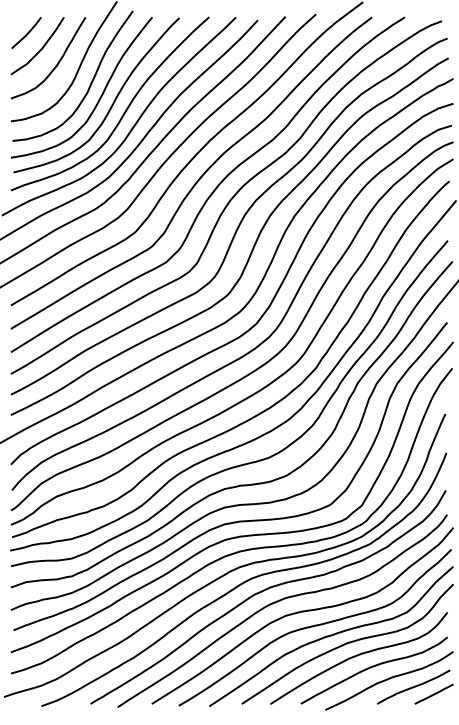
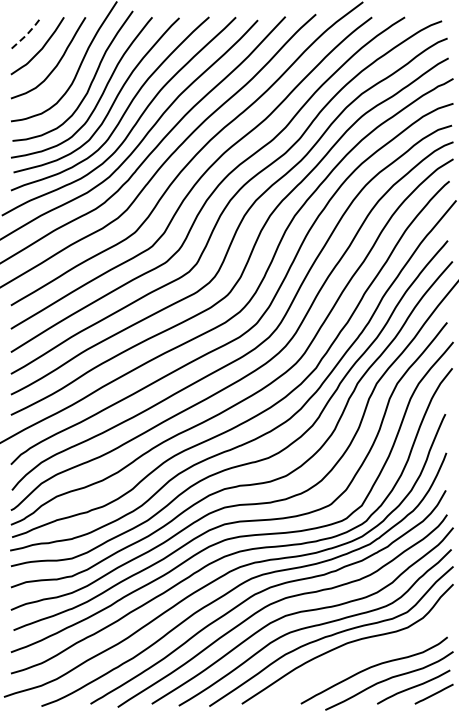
line at (27, 34): solid -> dashed
curve at (357, 656): present -> none
